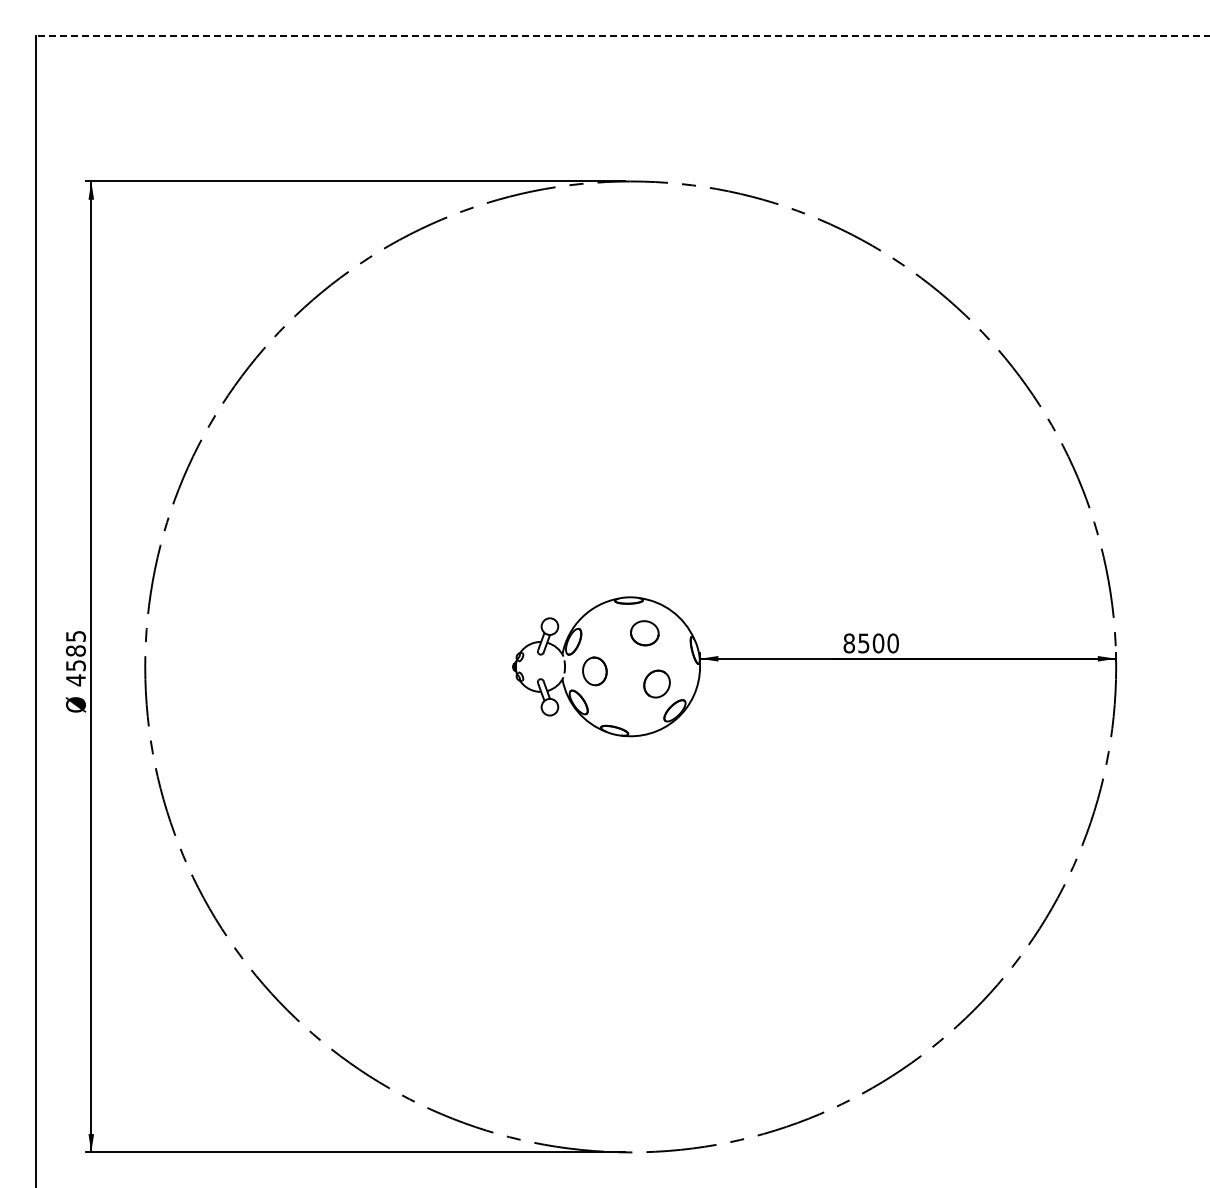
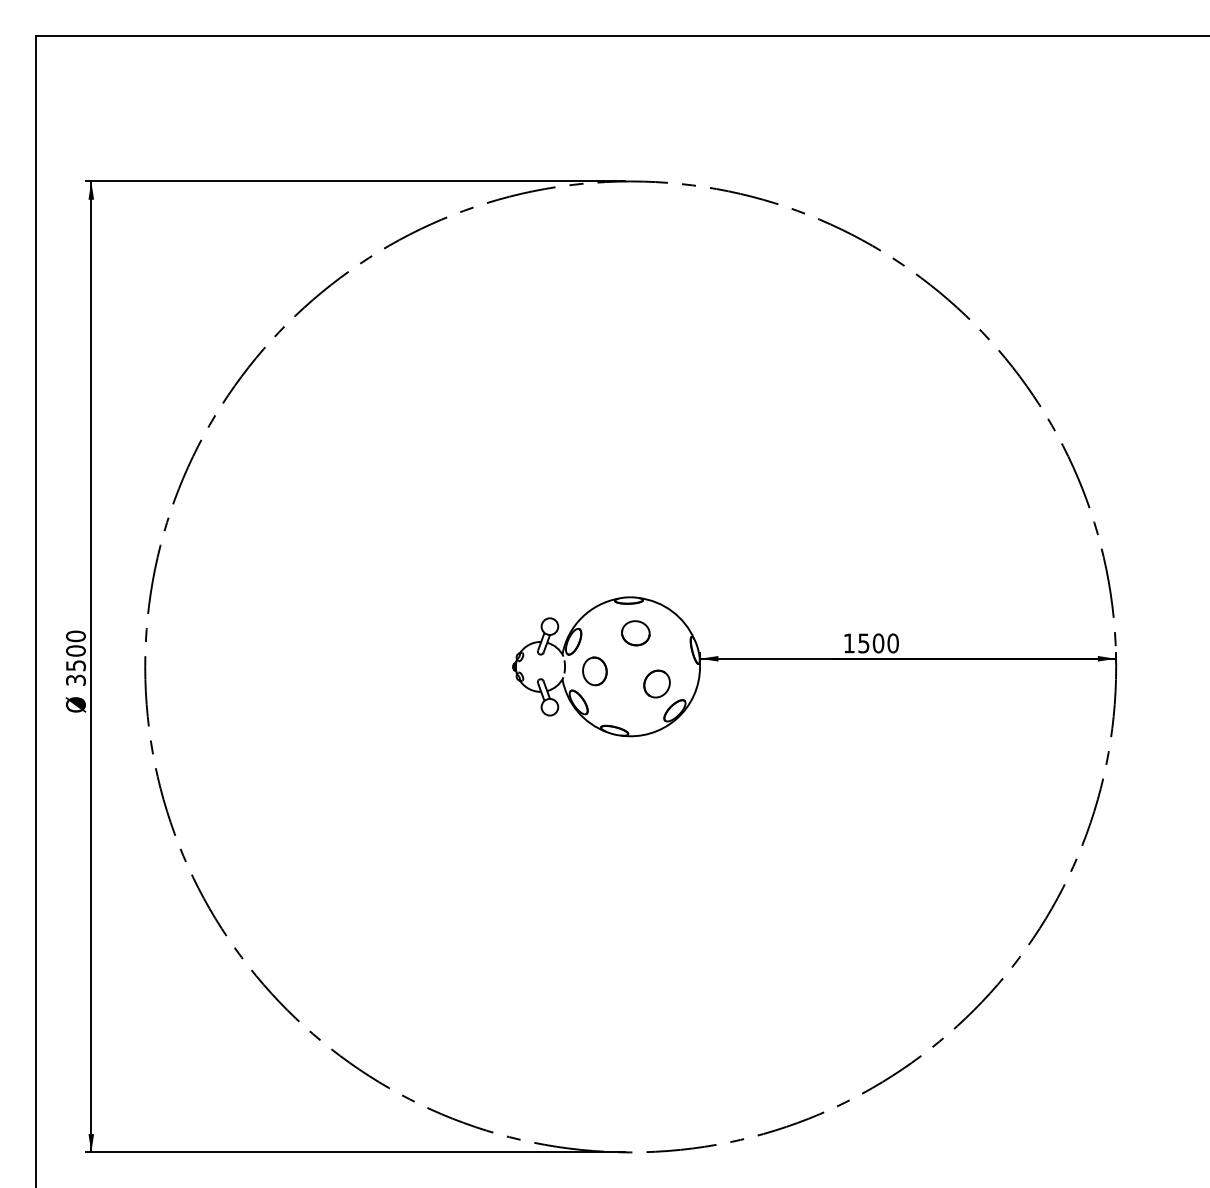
line at (622, 35): dashed -> solid
part at (644, 633) position: (644, 633) -> (635, 633)
text at (848, 643): 8500 -> 1500
text at (75, 658): 4585 -> 3500
